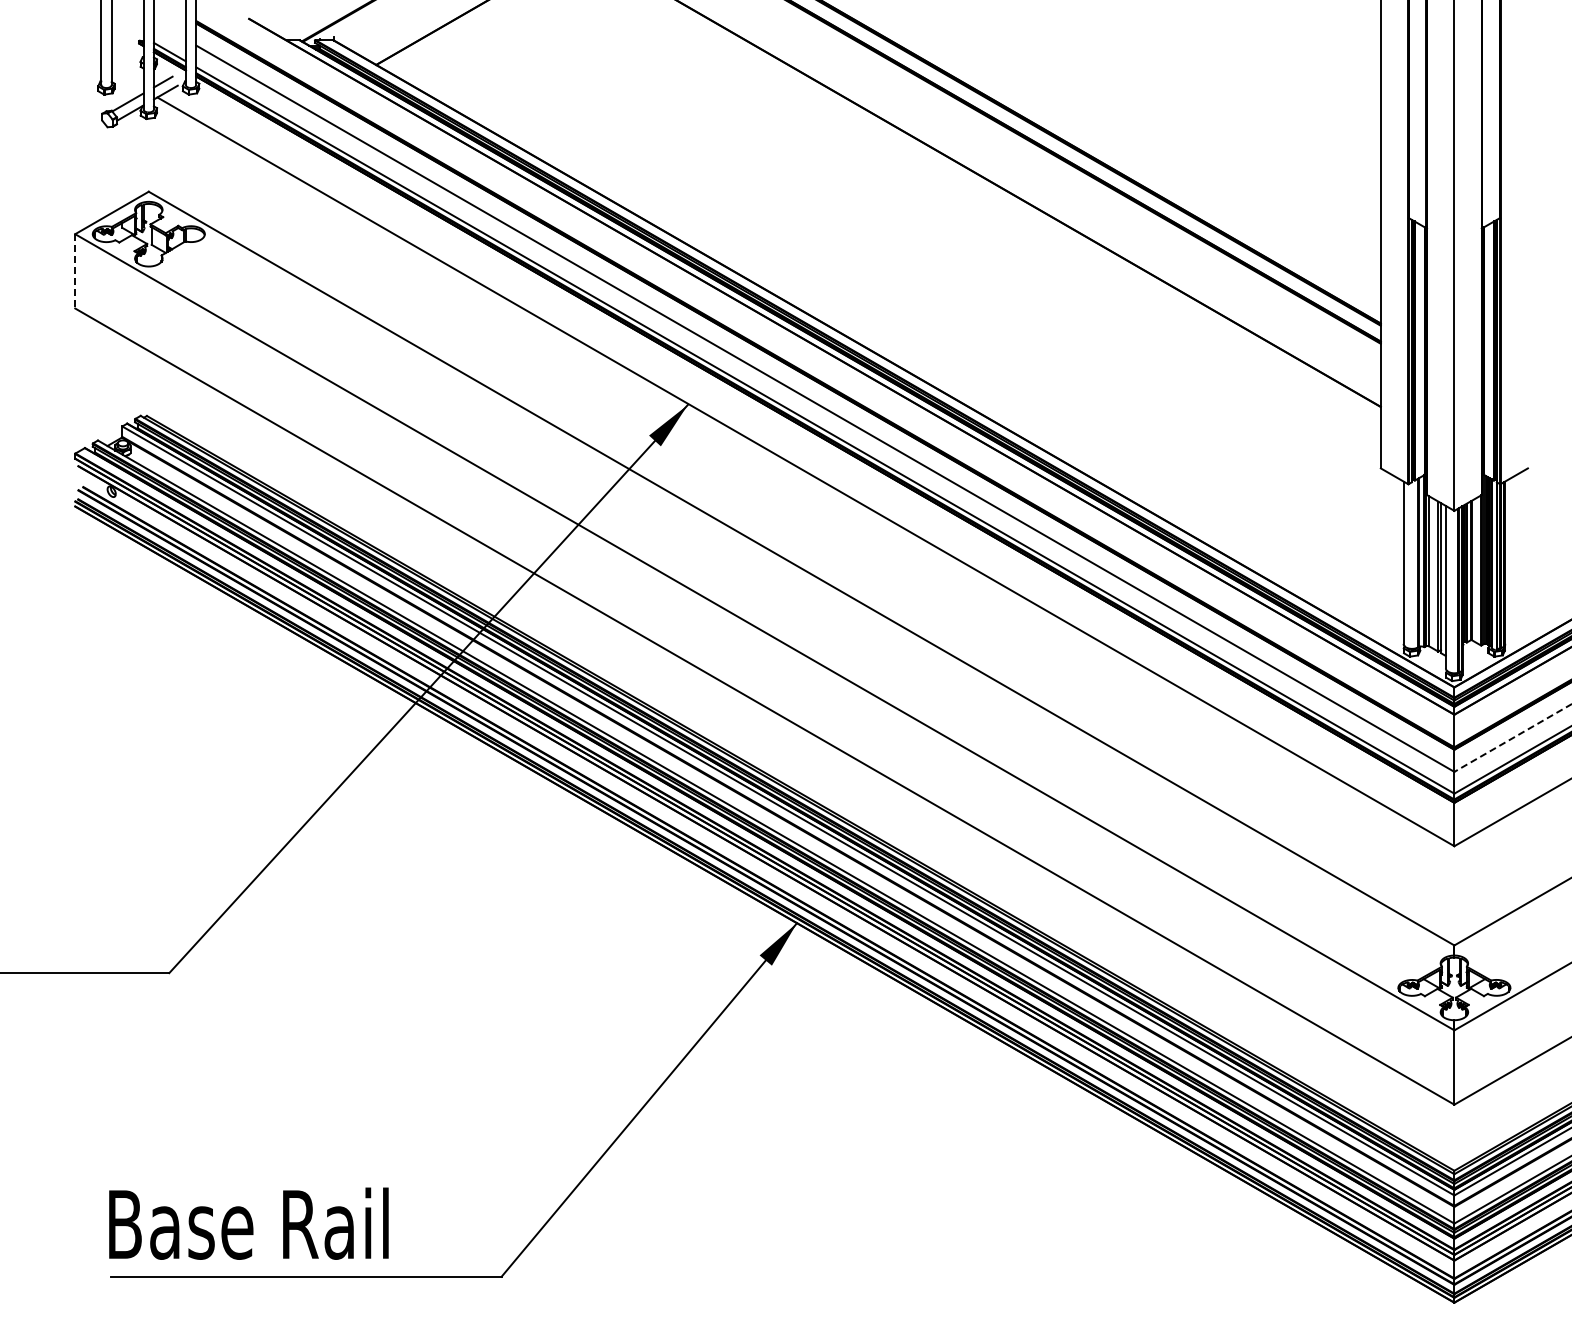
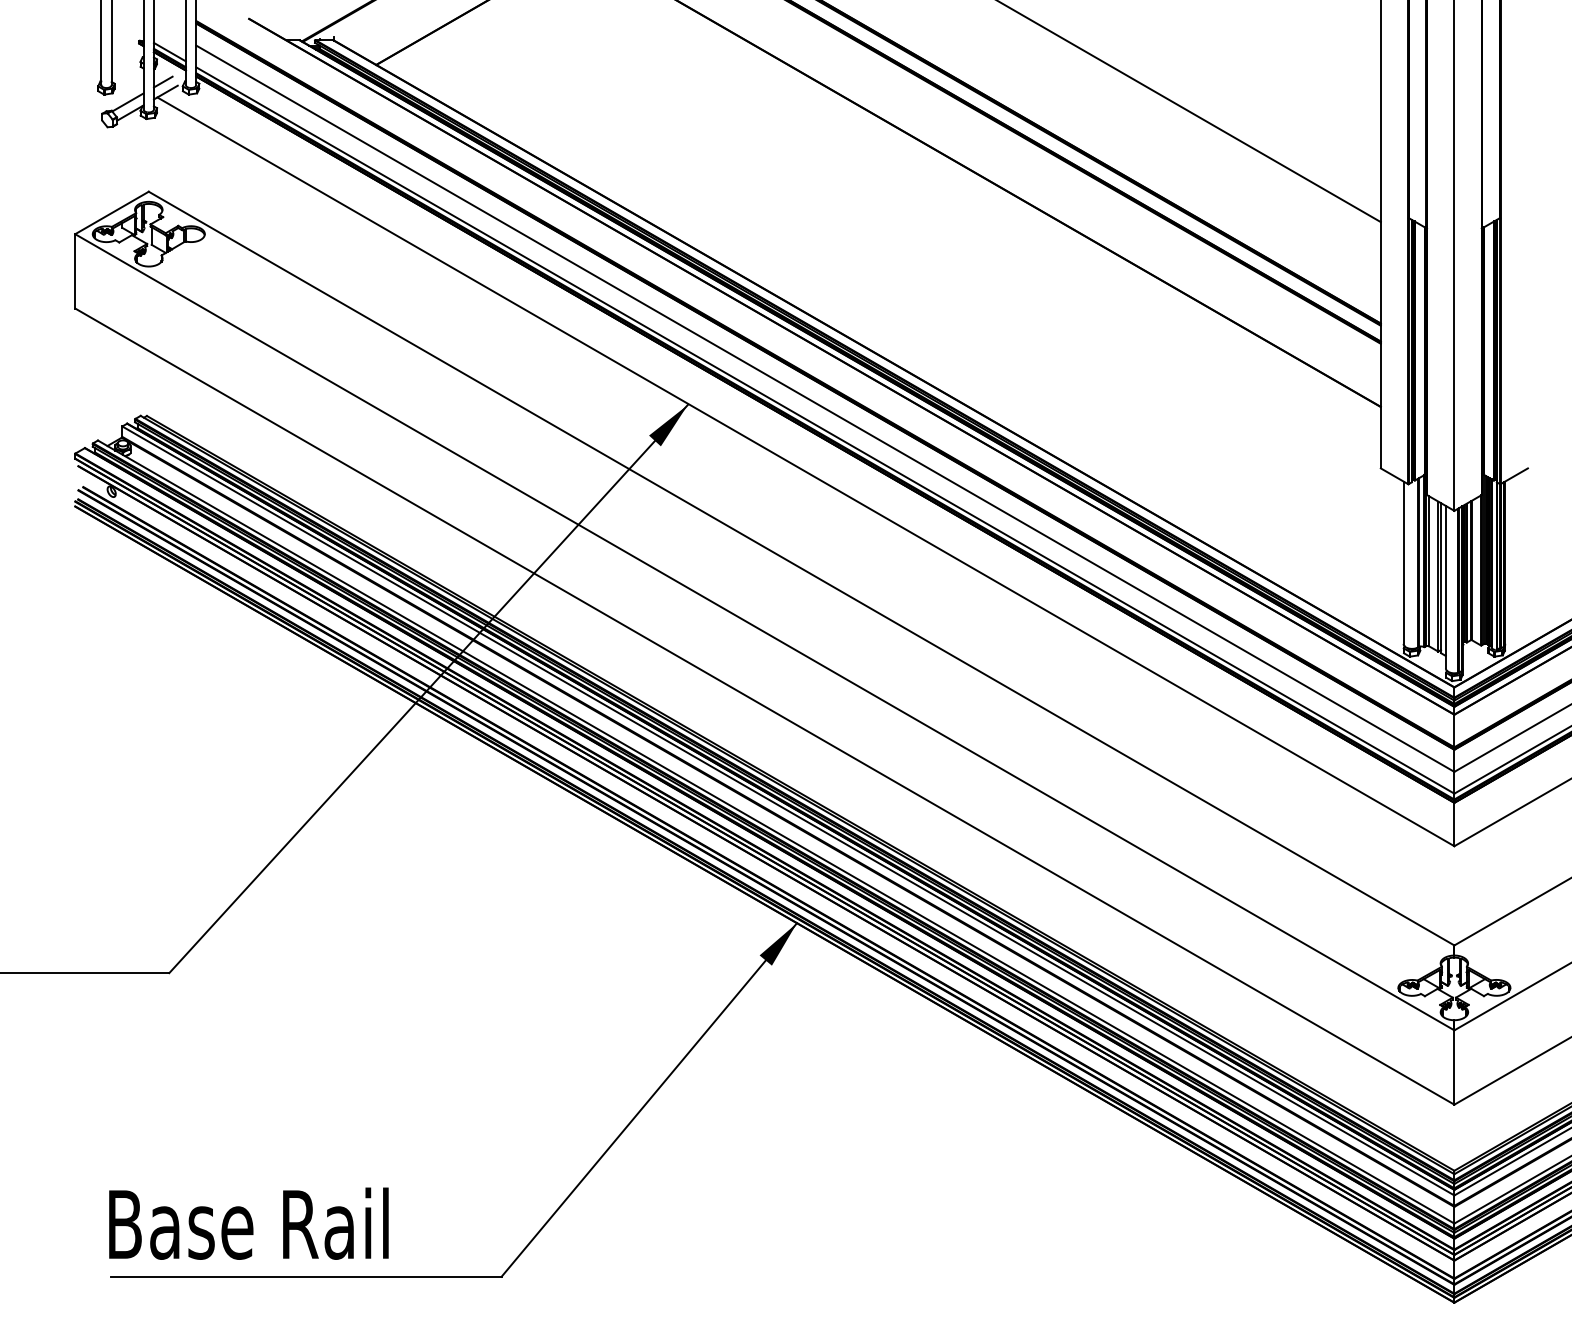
line at (1190, 112): none -> present
line at (75, 271): dashed -> solid
line at (1512, 738): dashed -> solid
